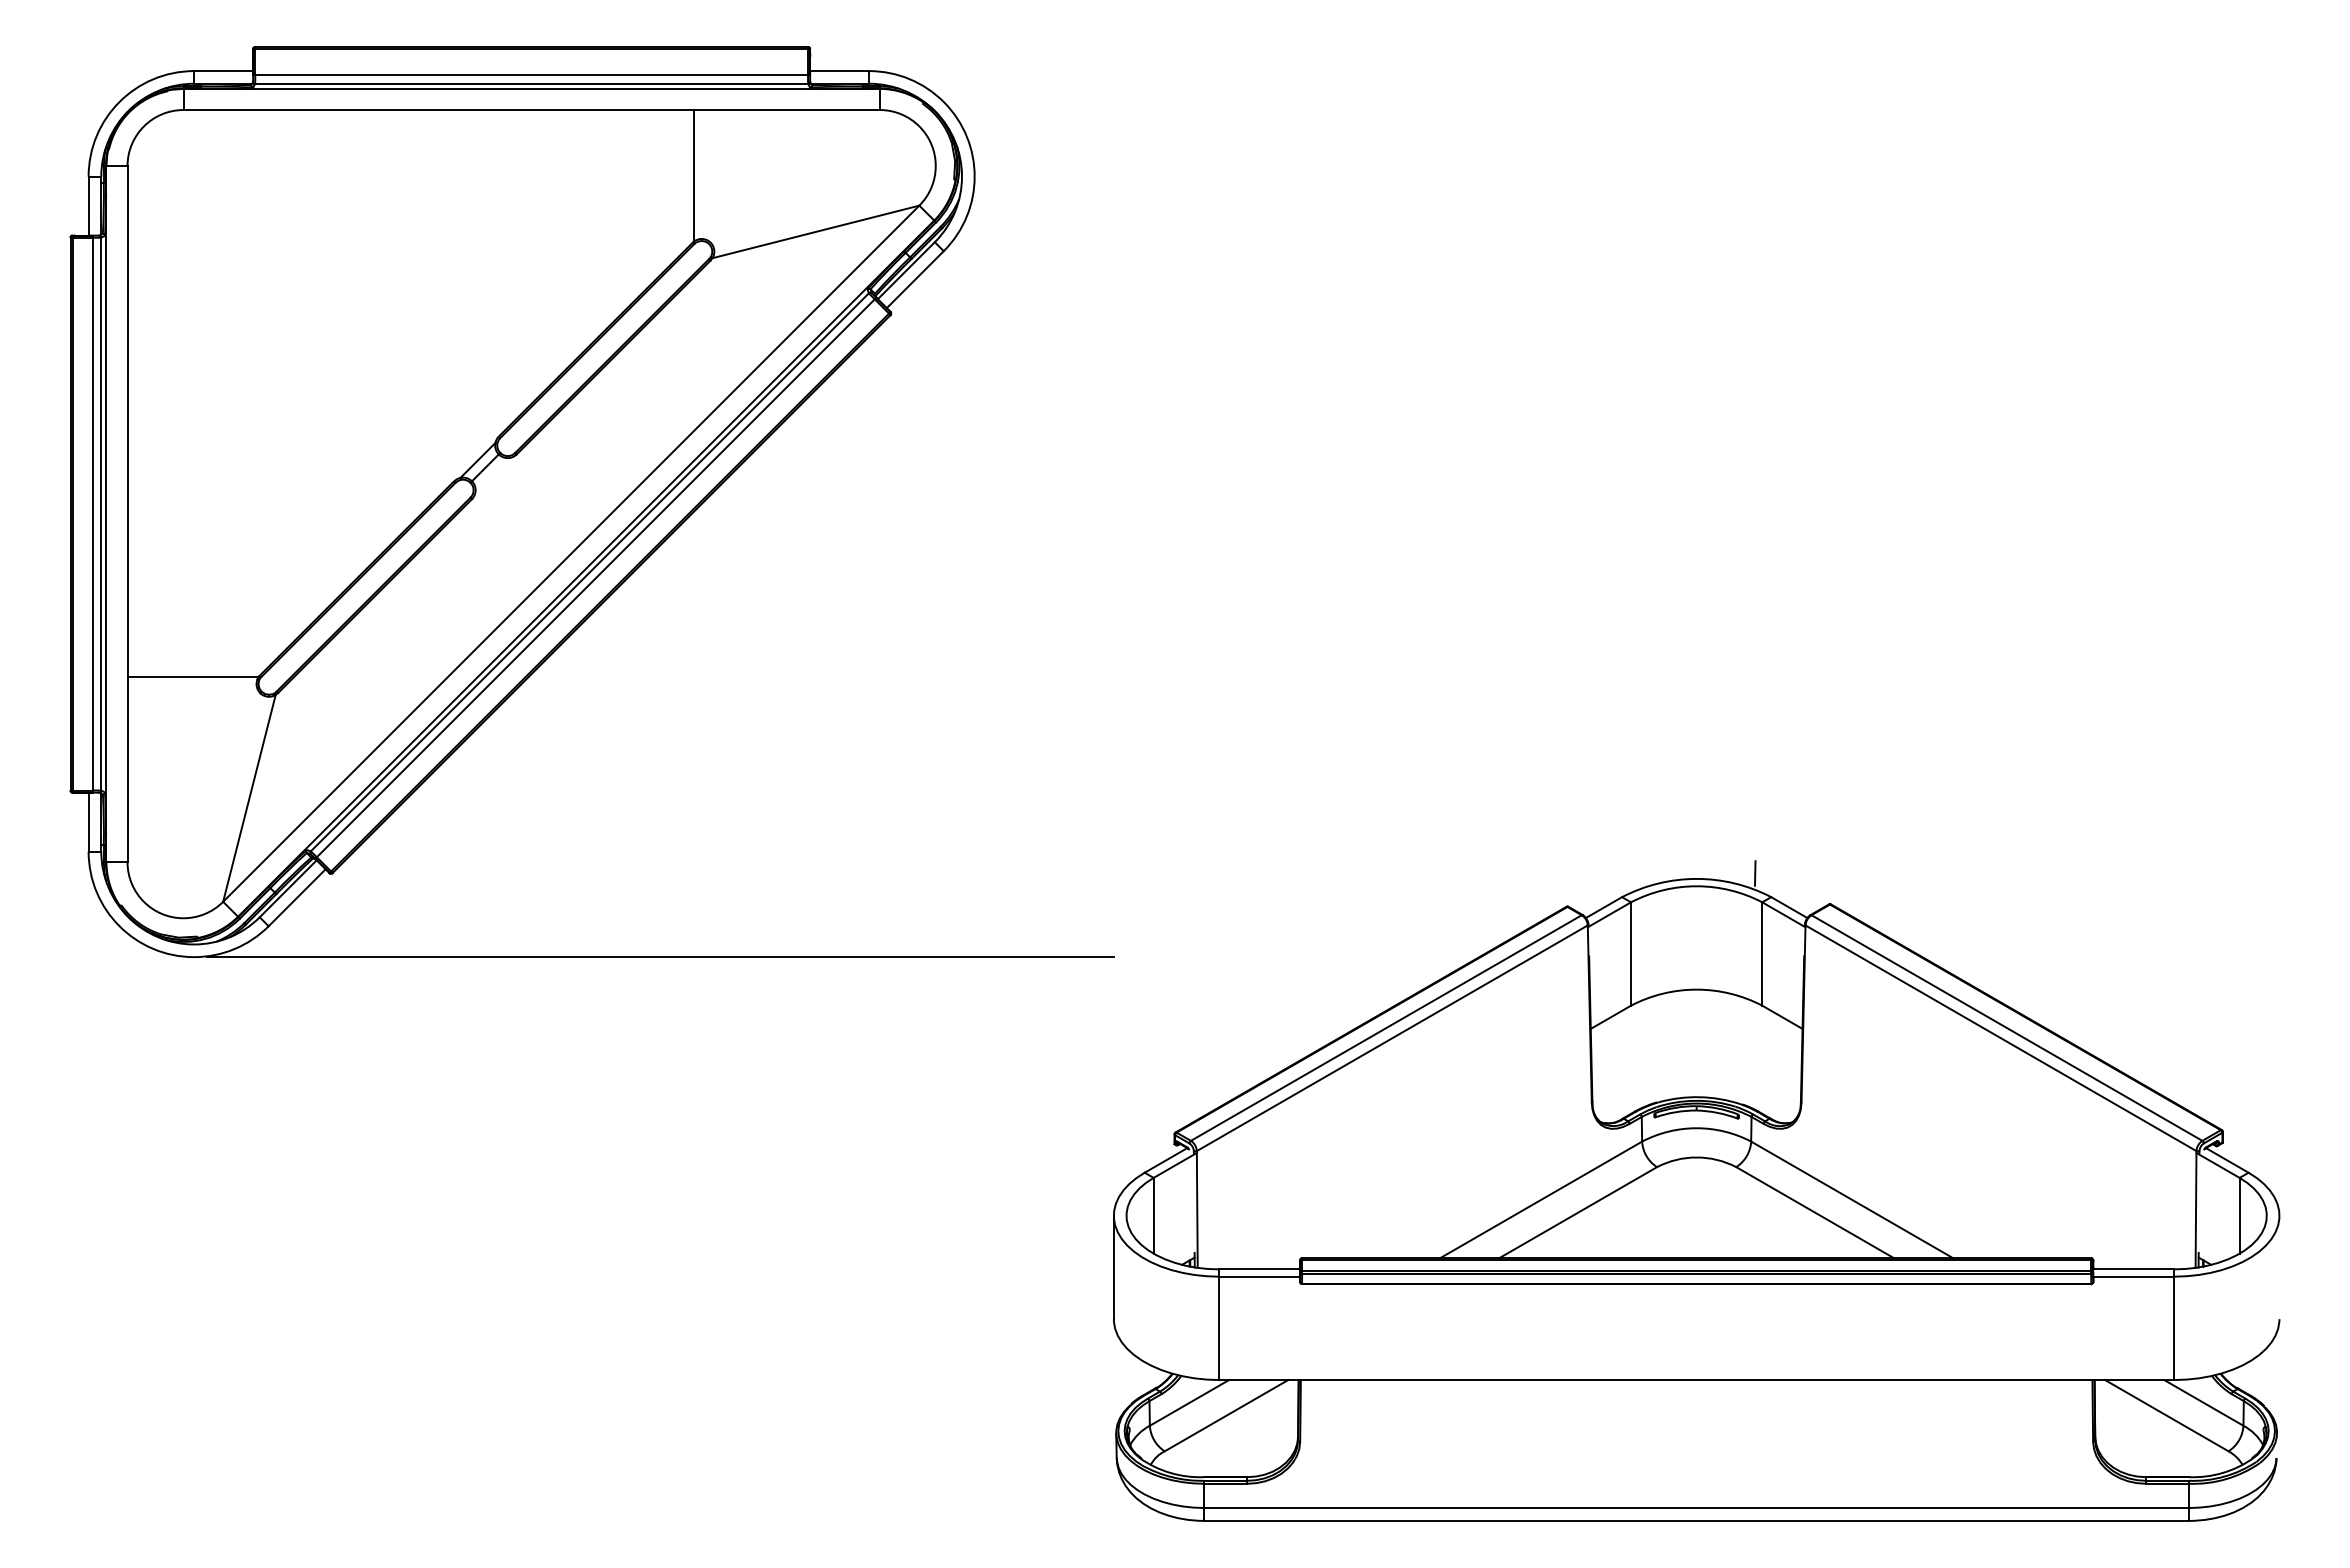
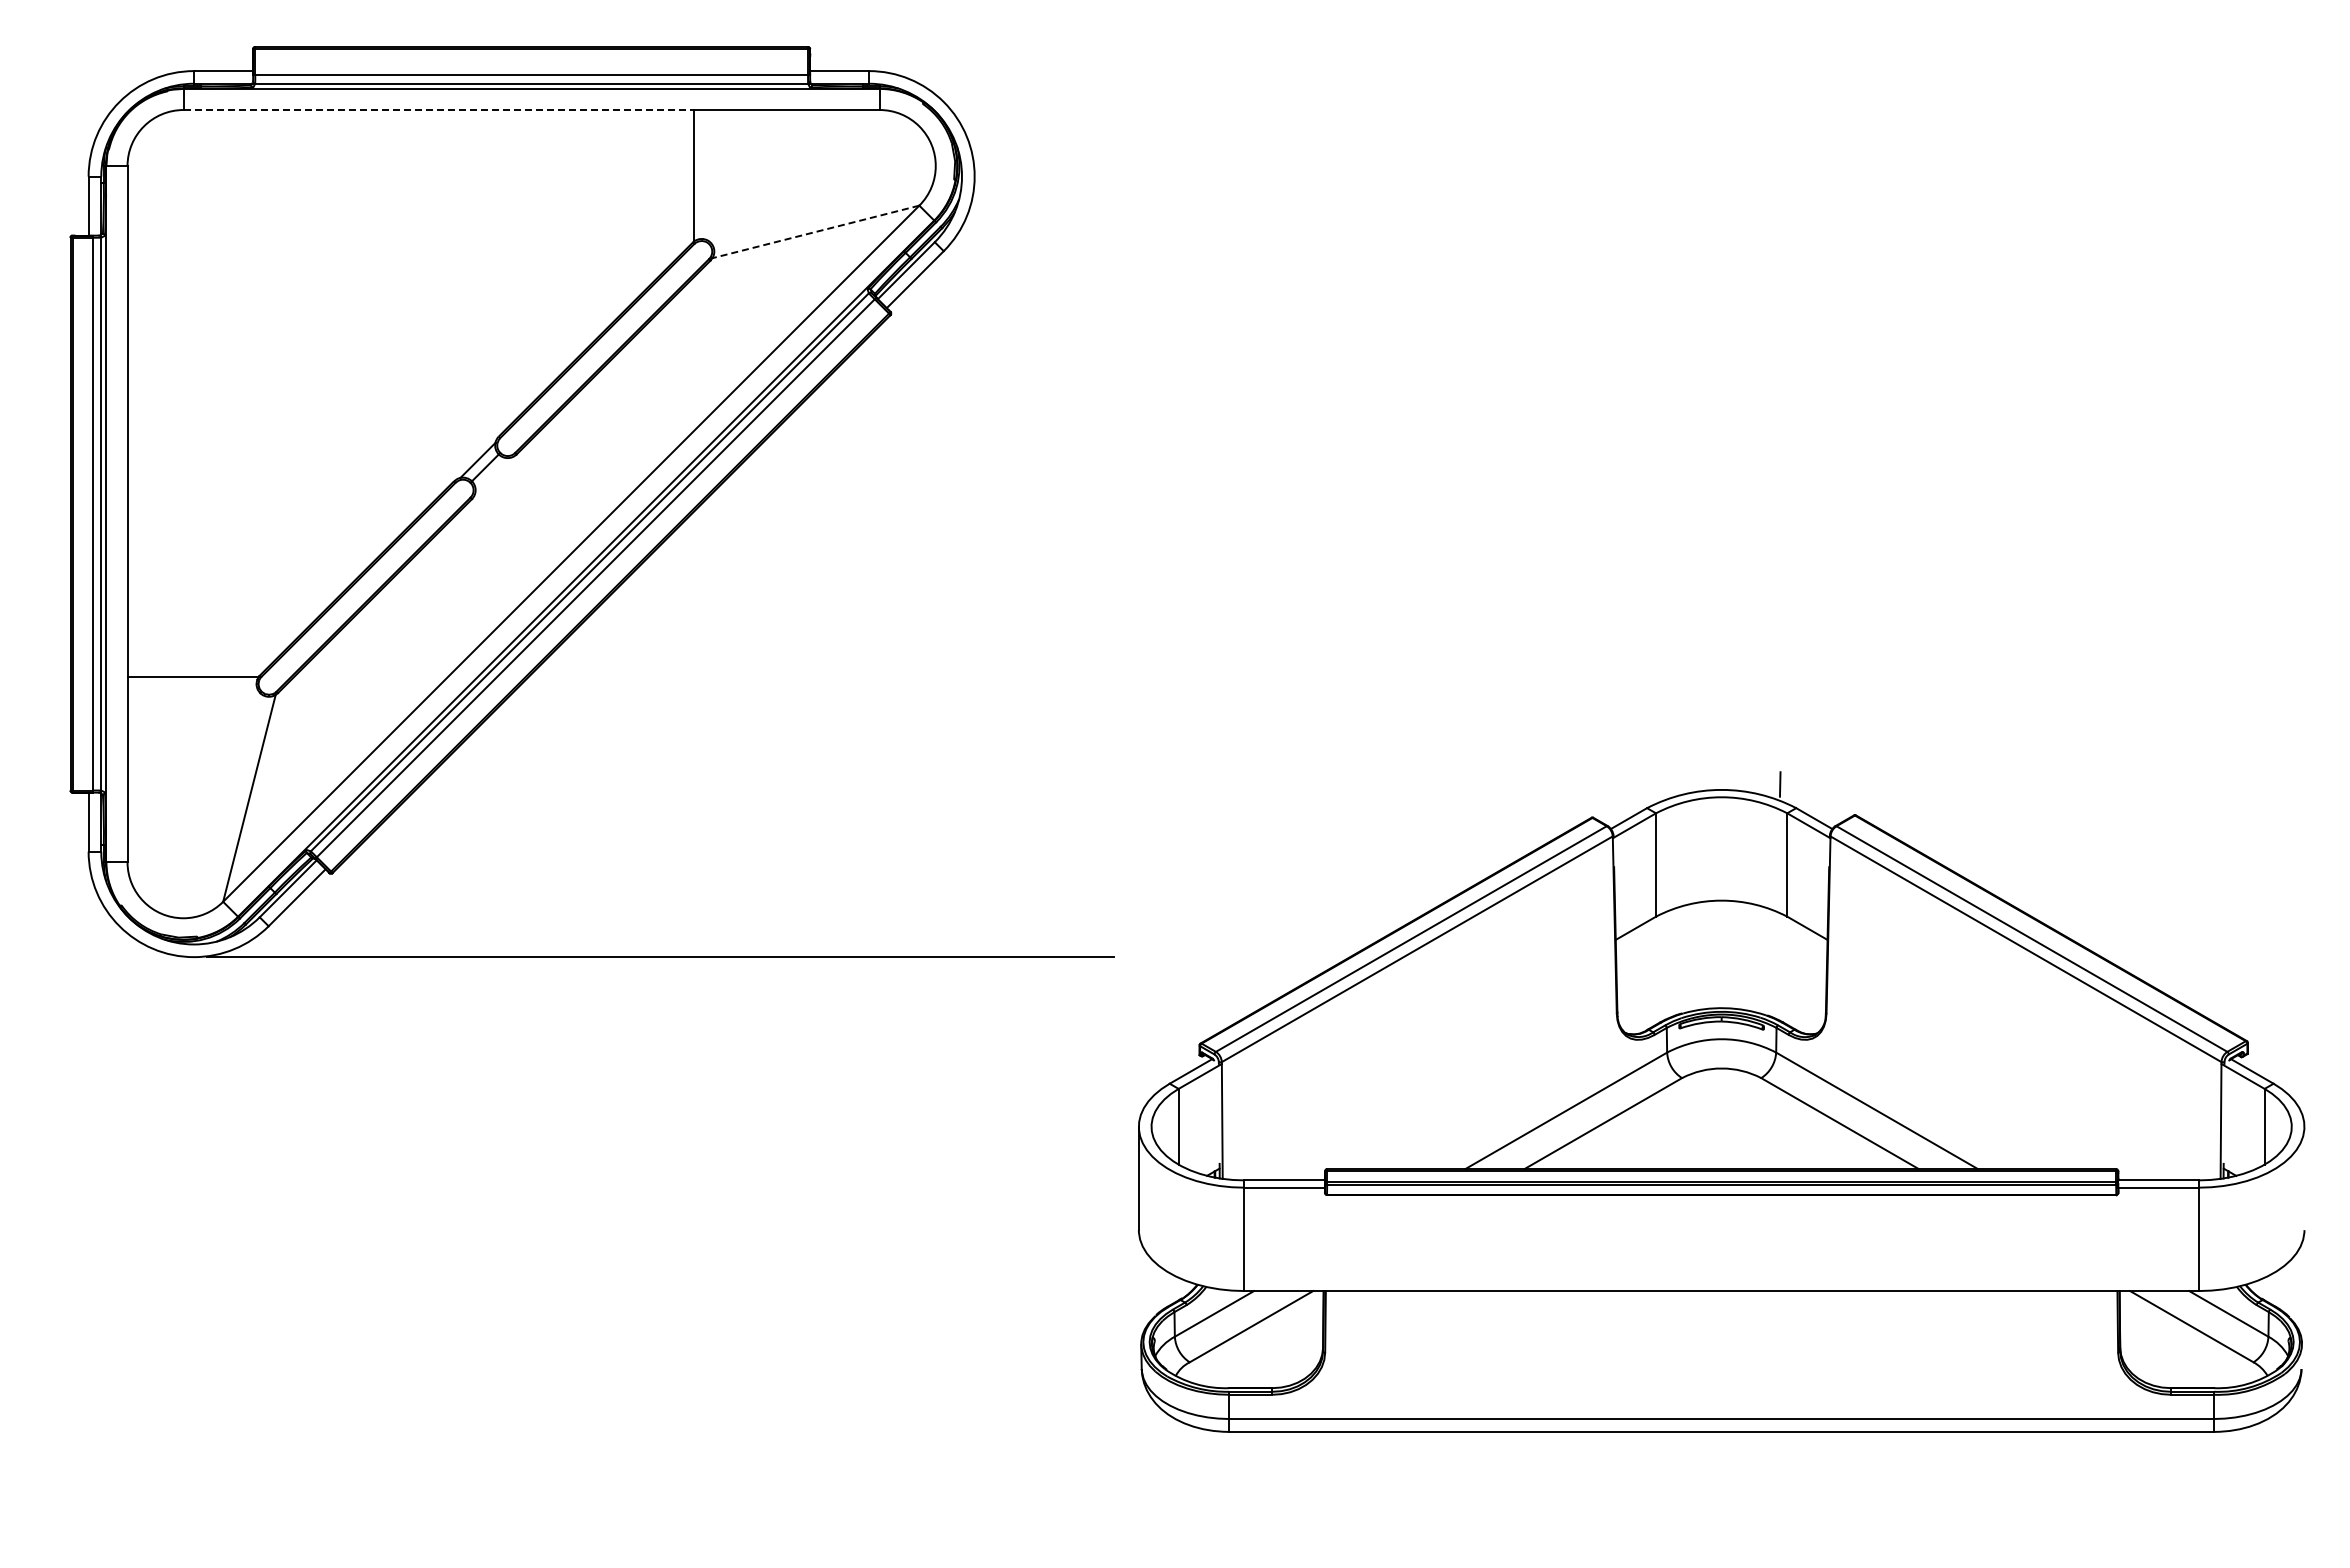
line at (439, 110): solid -> dashed
line at (815, 231): solid -> dashed
part at (1696, 1190) position: (1696, 1190) -> (1721, 1101)
